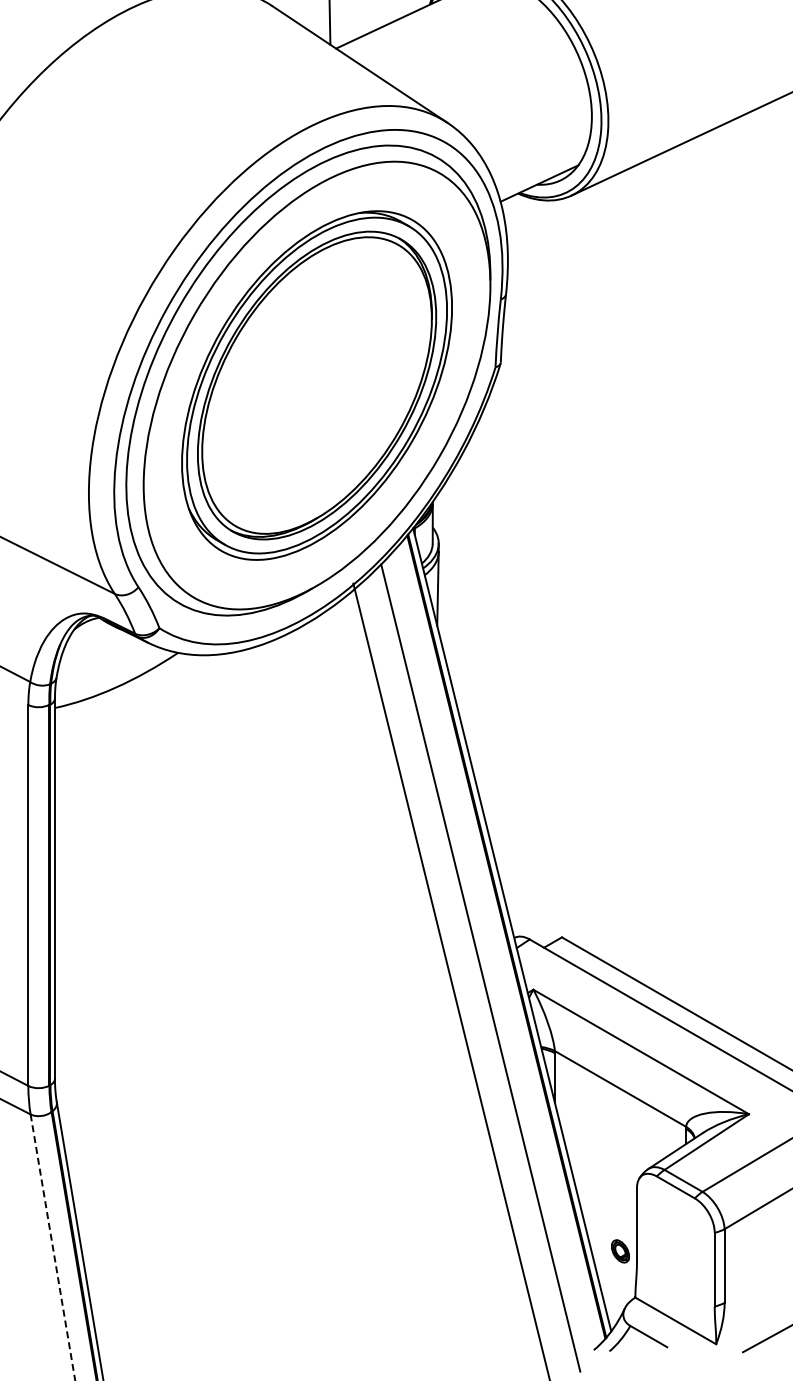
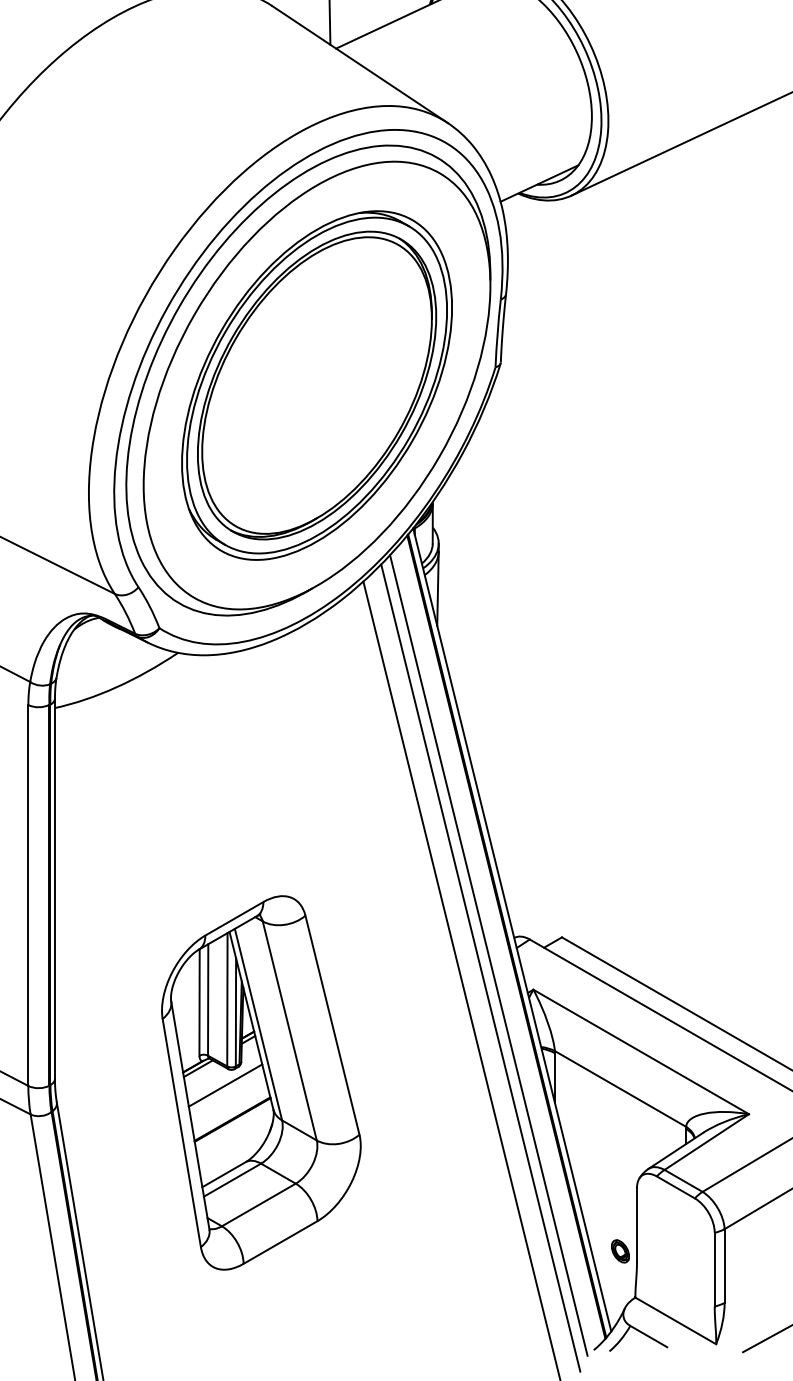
line at (488, 955): none -> present
line at (451, 980) position: (451, 980) -> (461, 979)
part at (261, 1082): none -> present
line at (52, 1247): dashed -> solid
